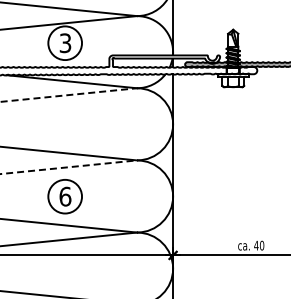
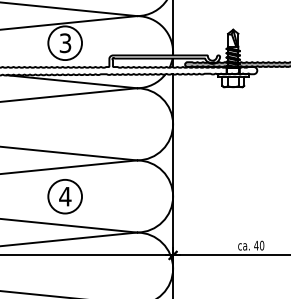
line at (68, 95): dashed -> solid
line at (69, 167): dashed -> solid
text at (65, 196): 6 -> 4
